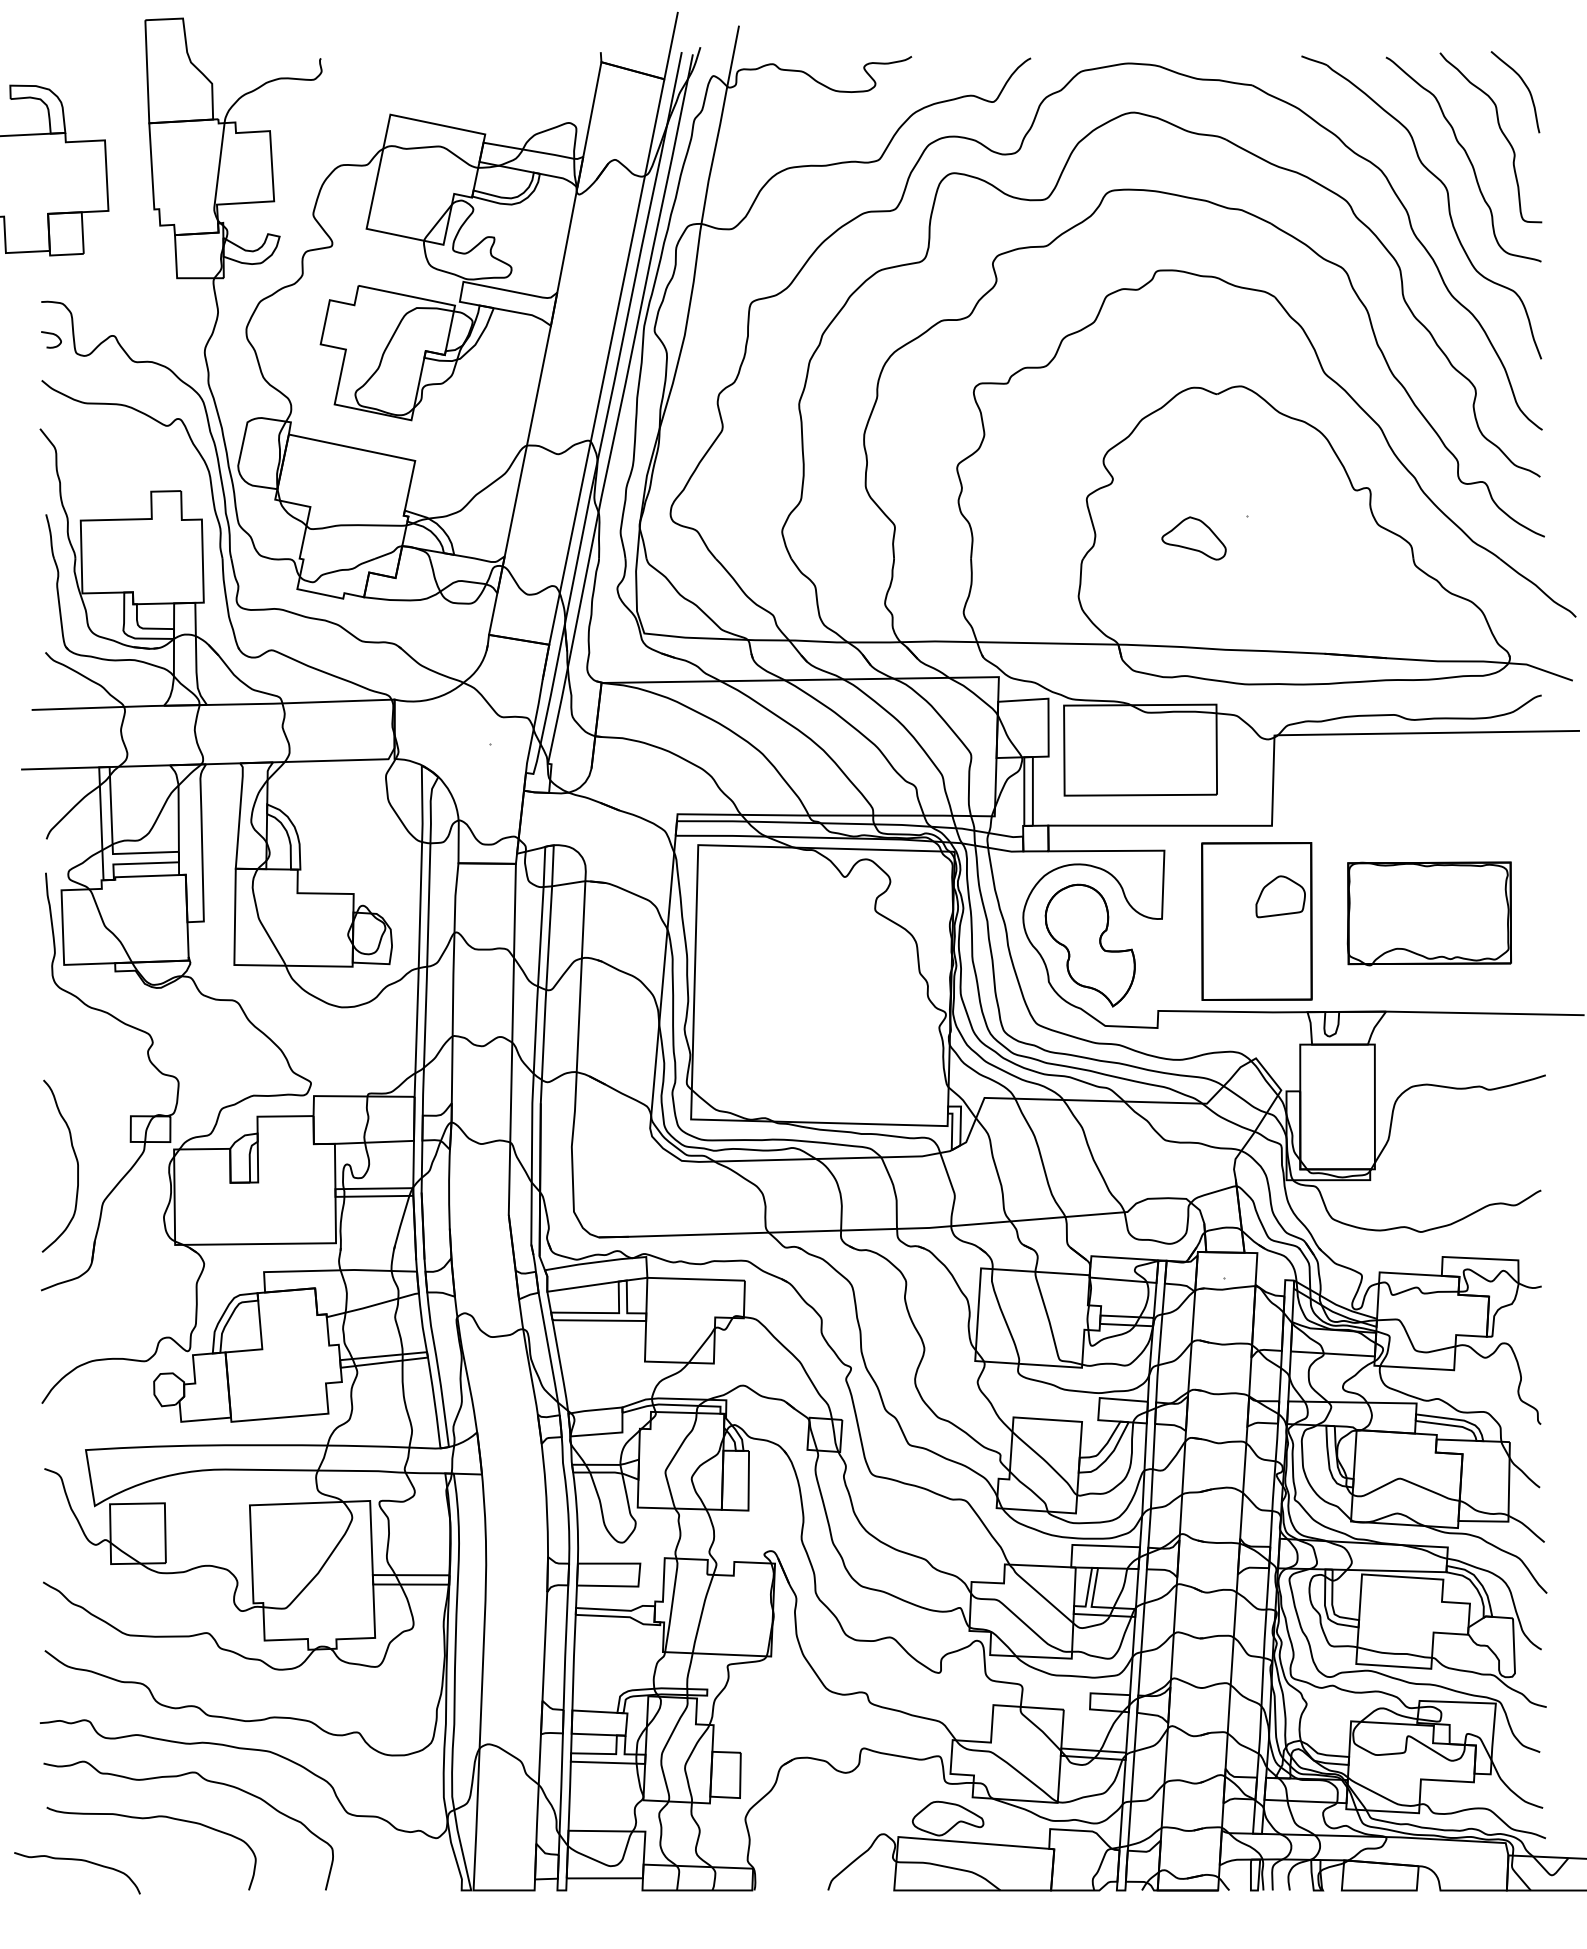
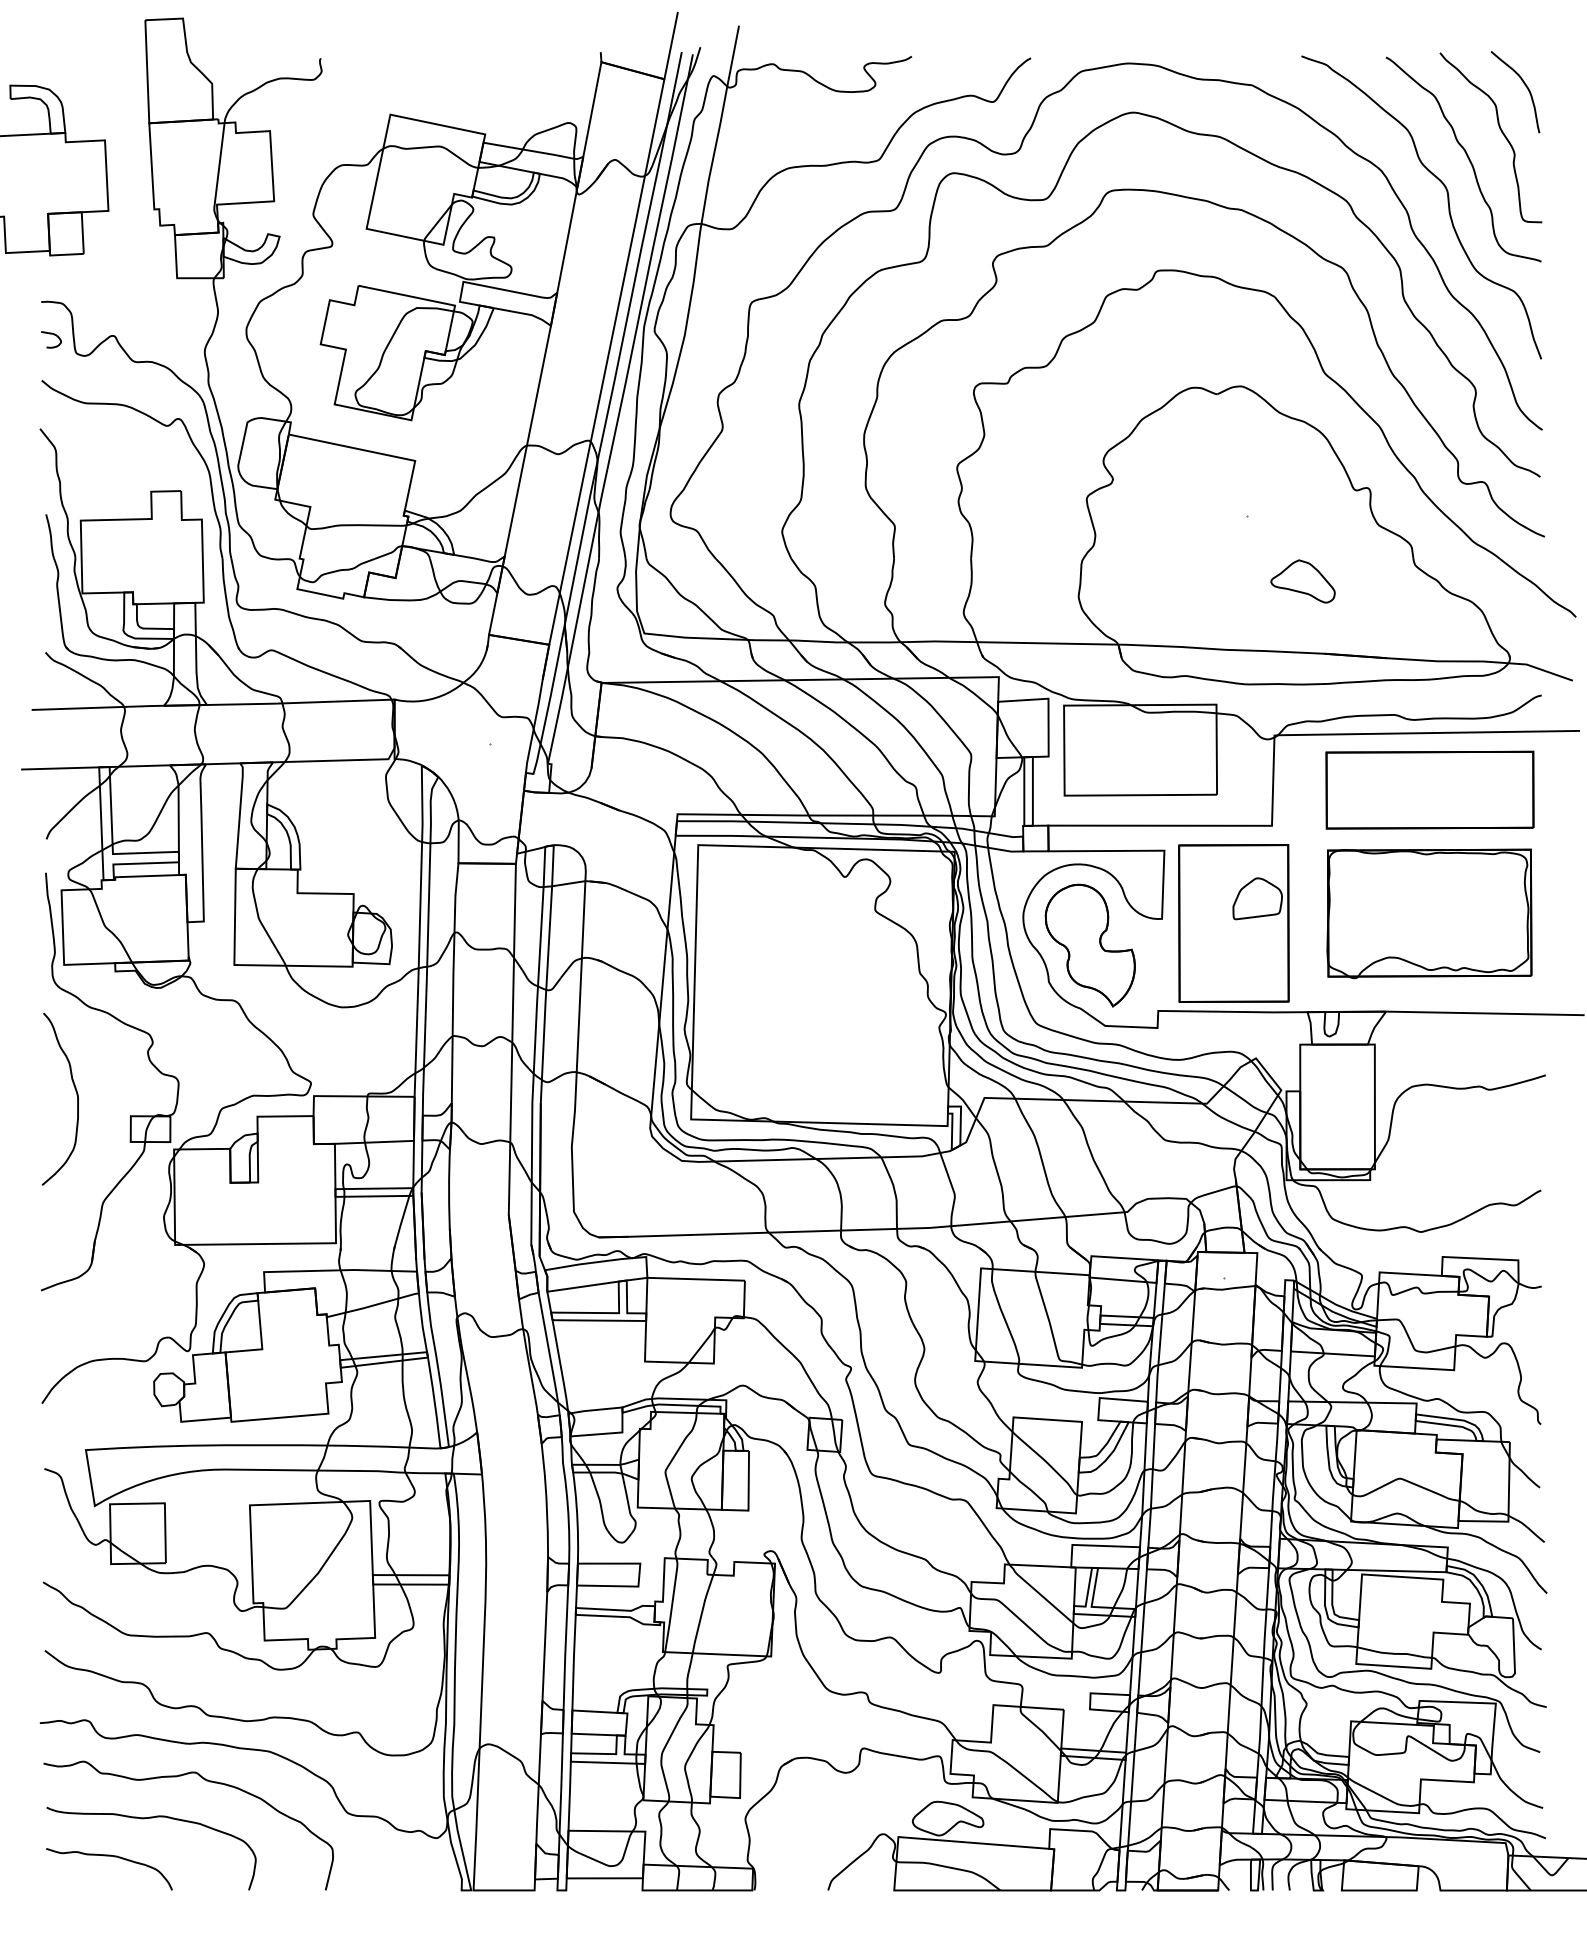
part at (1193, 538) position: (1193, 538) -> (1302, 581)
part at (1429, 789): none -> present
part at (1428, 913) size: 166x106 px -> 207x132 px
part at (1256, 921) position: (1256, 921) -> (1233, 923)
curve at (76, 1162) position: (76, 1162) -> (76, 1095)
curve at (77, 1860) position: (77, 1860) -> (109, 1856)
